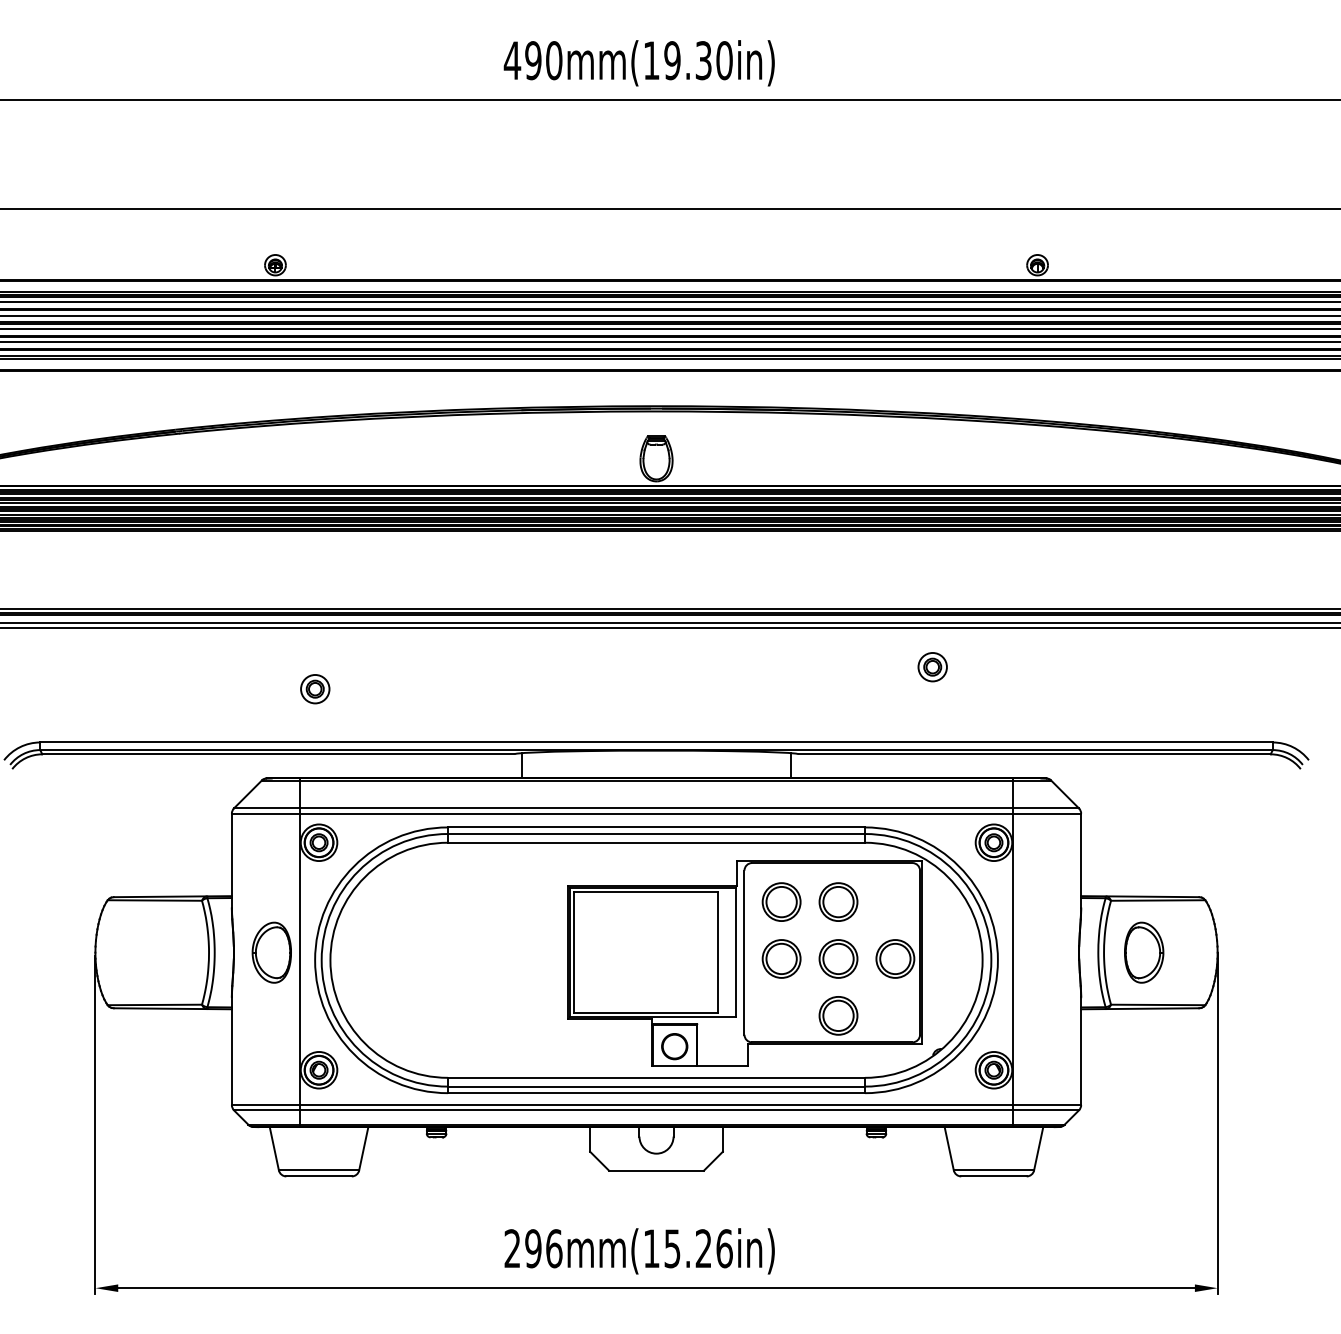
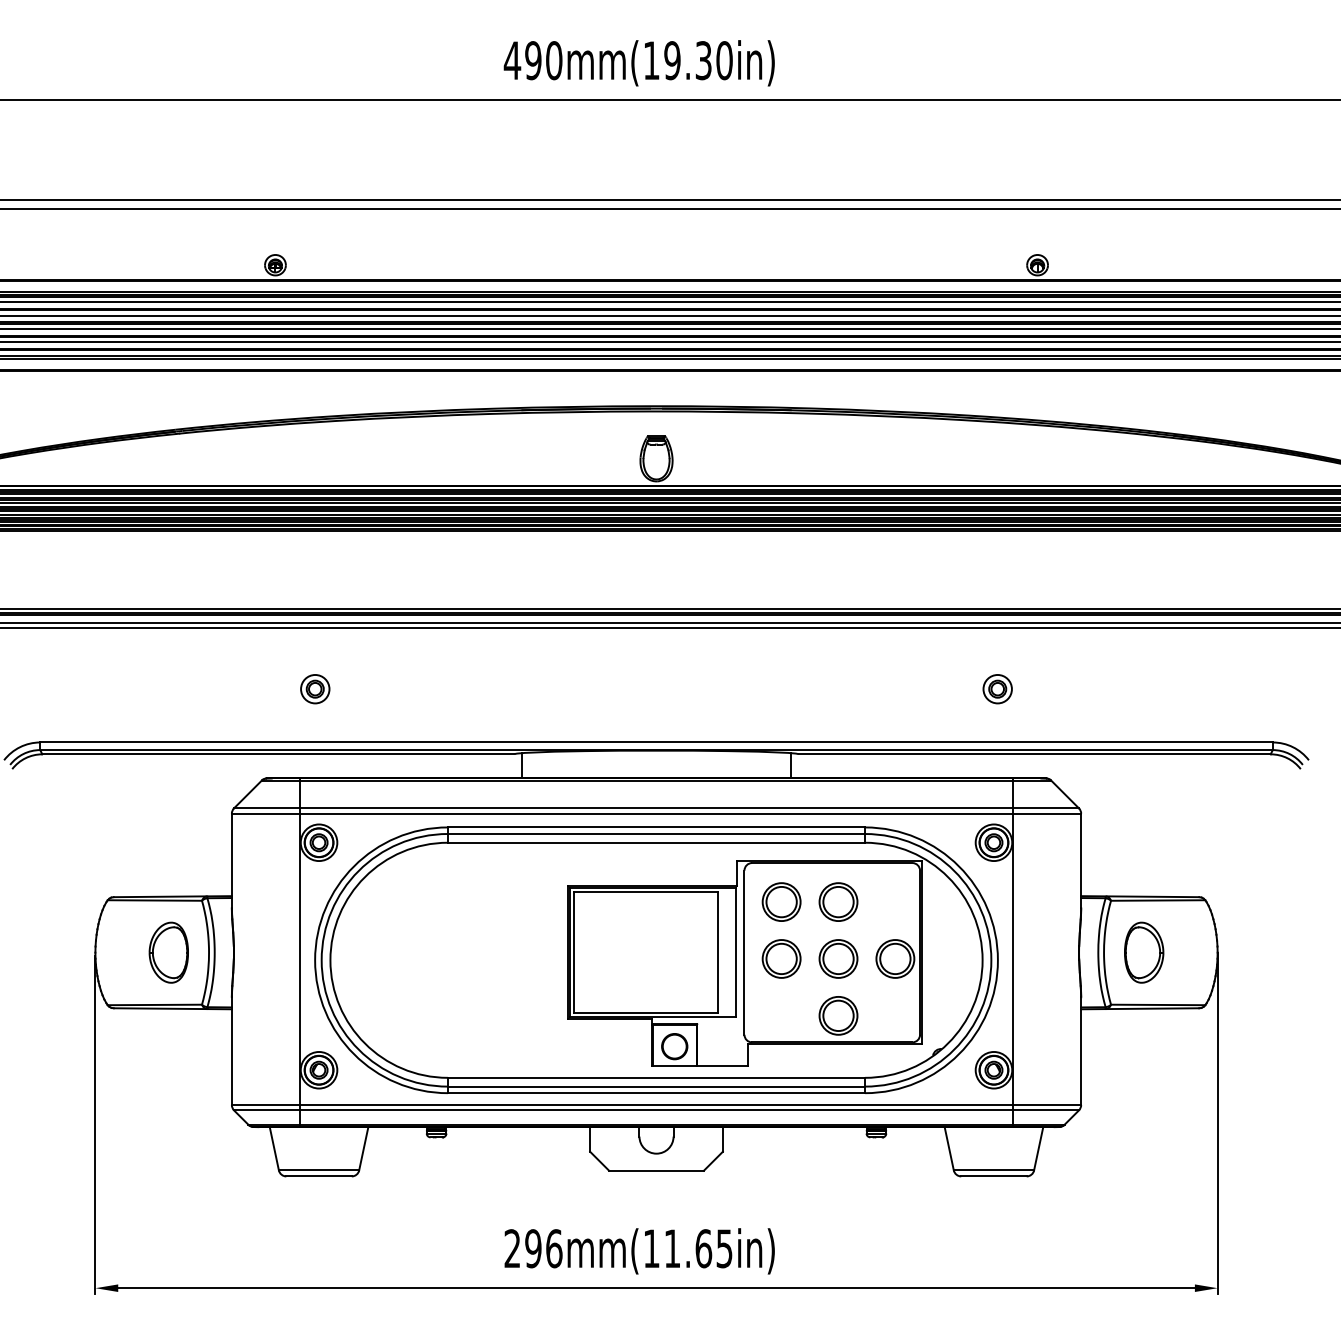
line at (669, 200): none -> present
part at (932, 667) position: (932, 667) -> (997, 689)
part at (271, 952) position: (271, 952) -> (168, 952)
text at (698, 1248): 296mm(15.26in) -> 296mm(11.65in)
